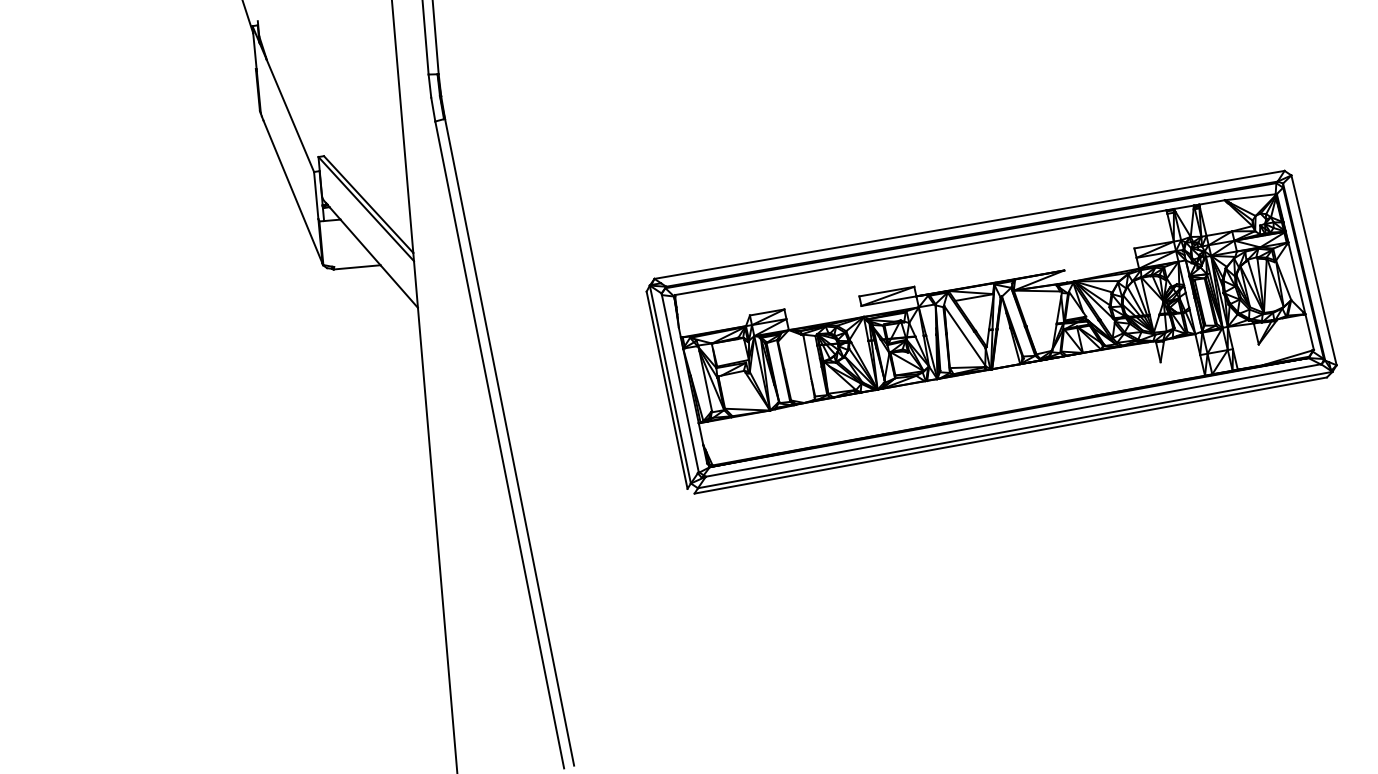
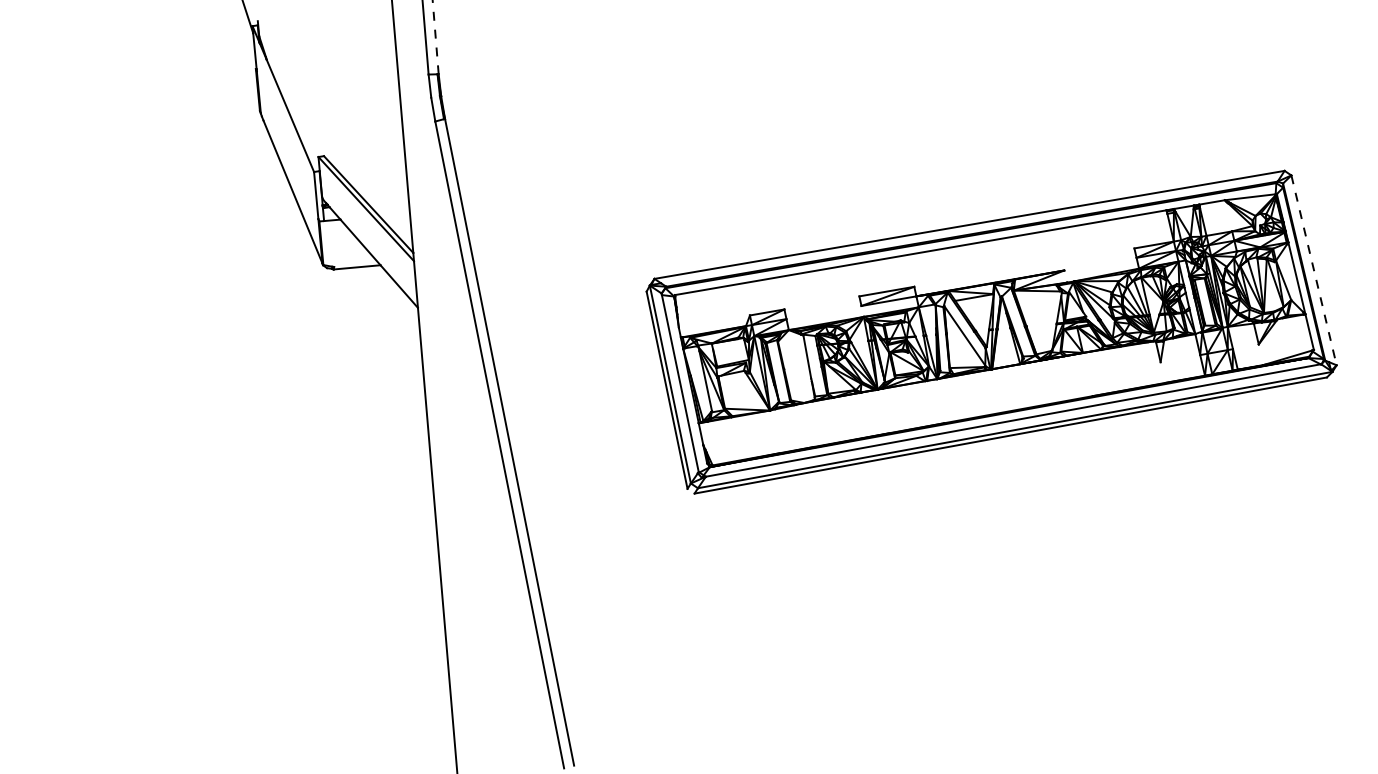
line at (435, 37): solid -> dashed
line at (1314, 270): solid -> dashed
